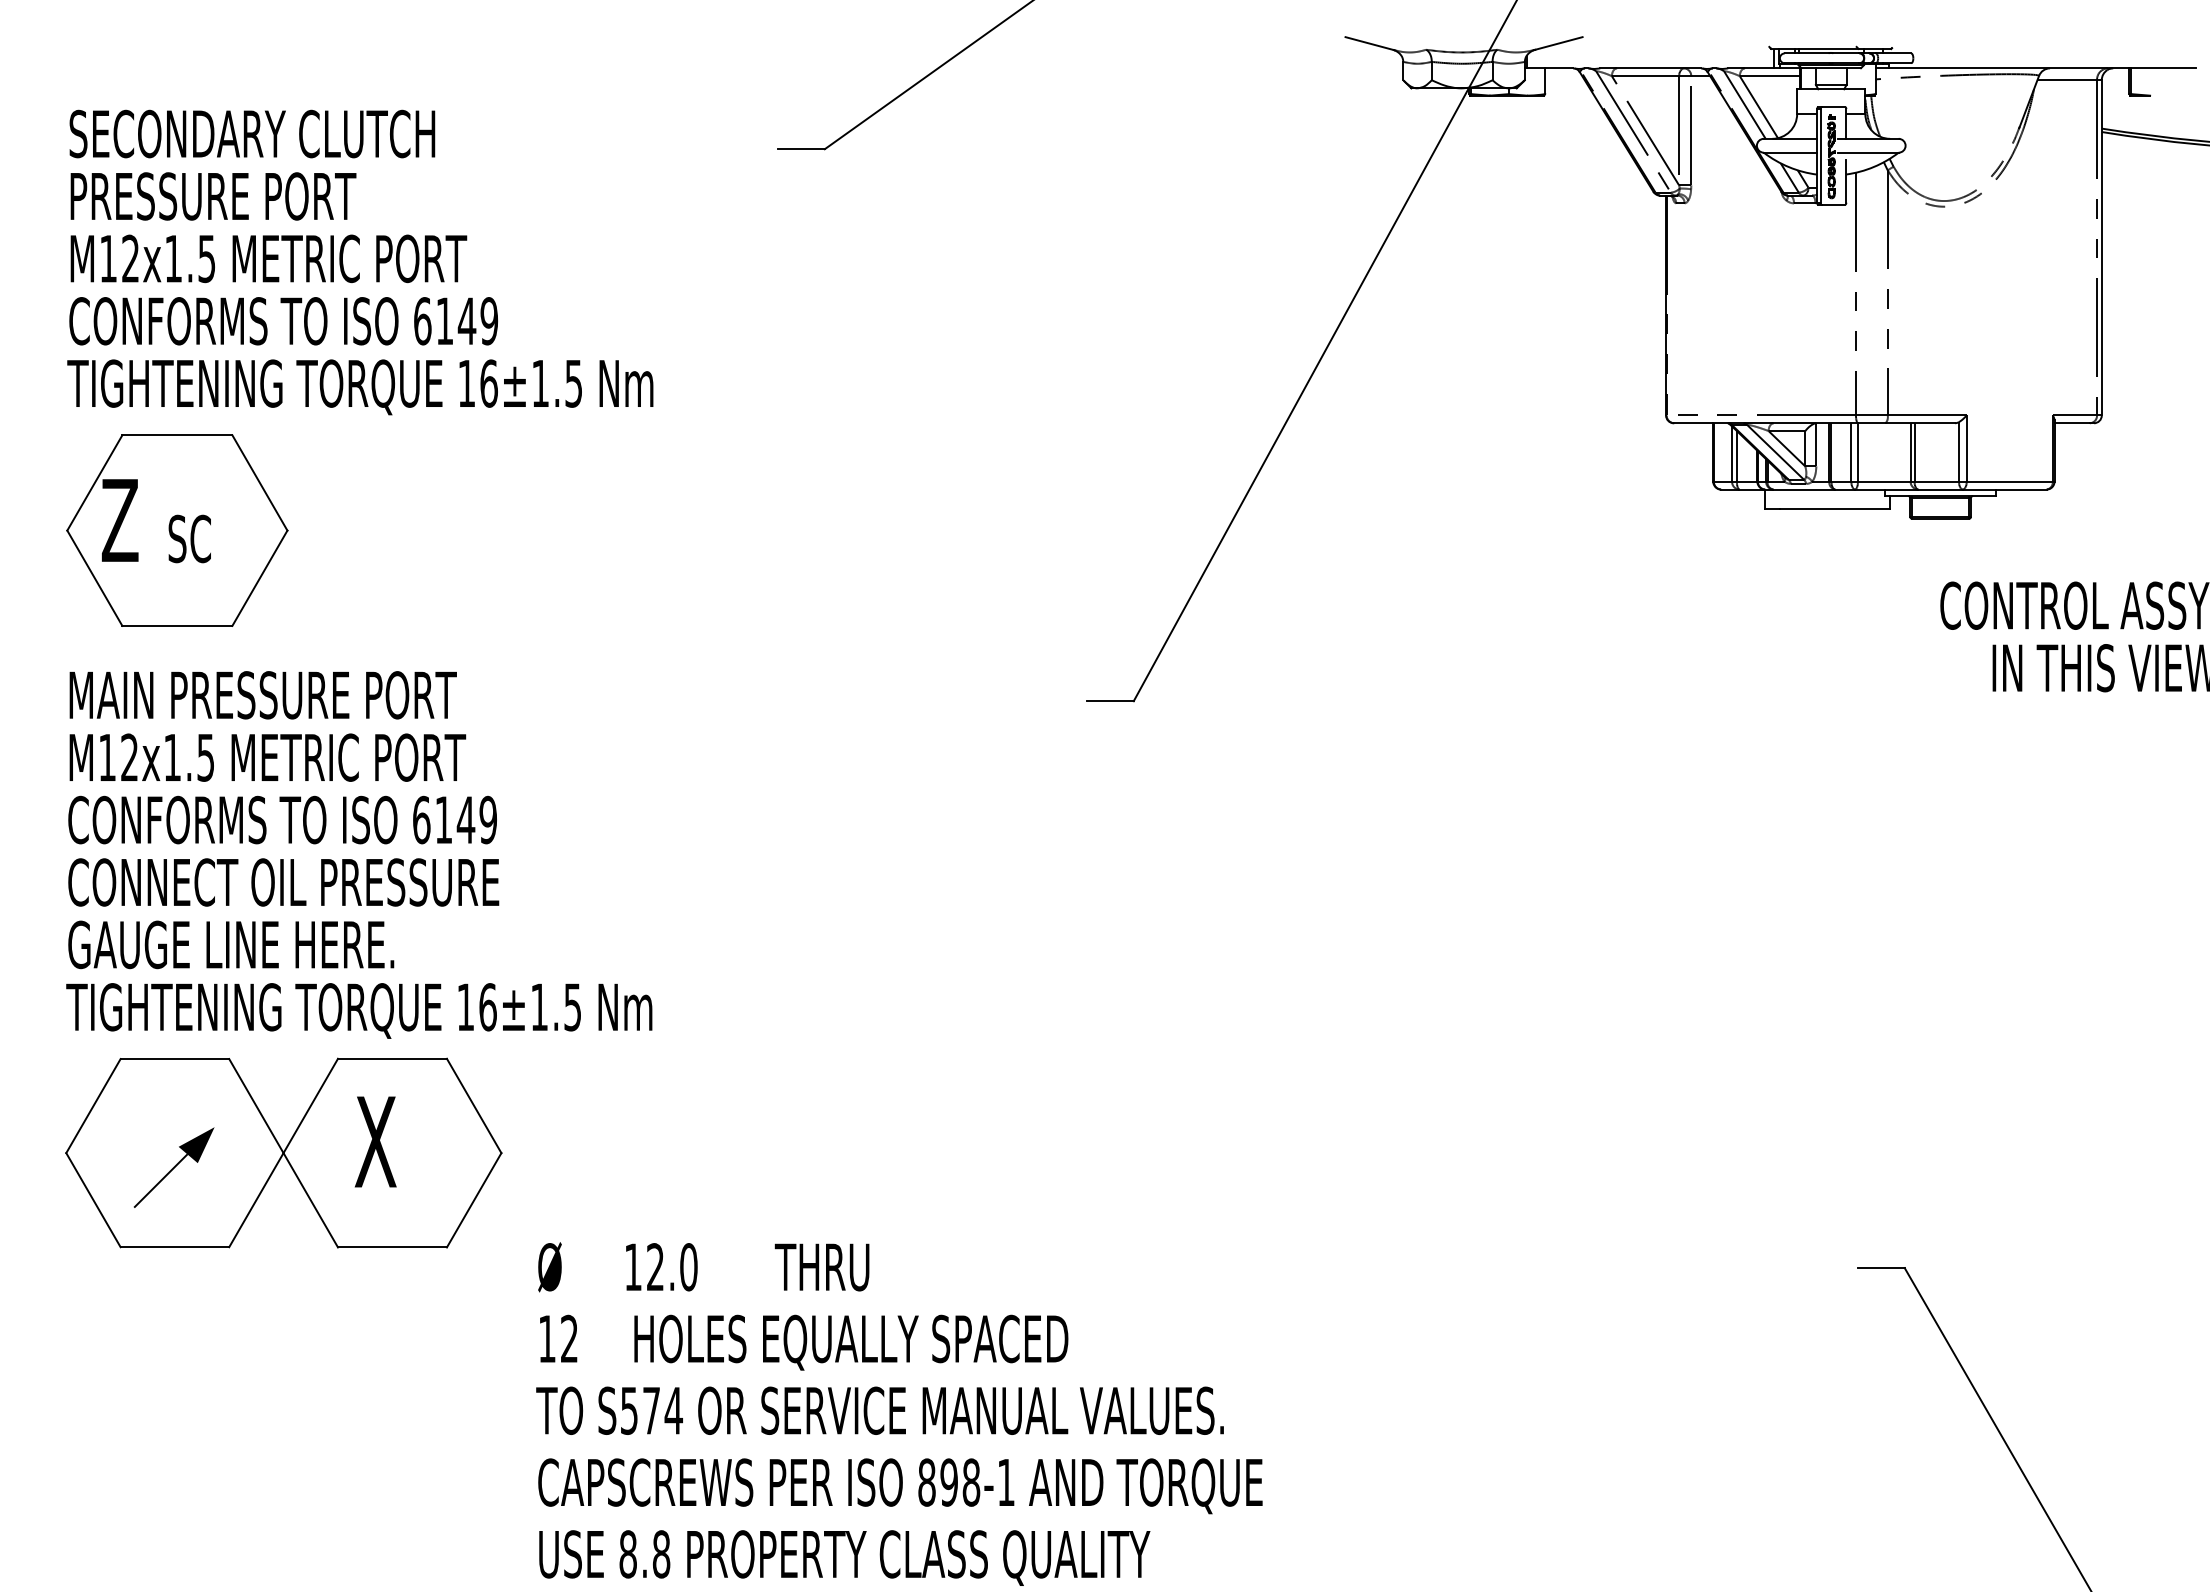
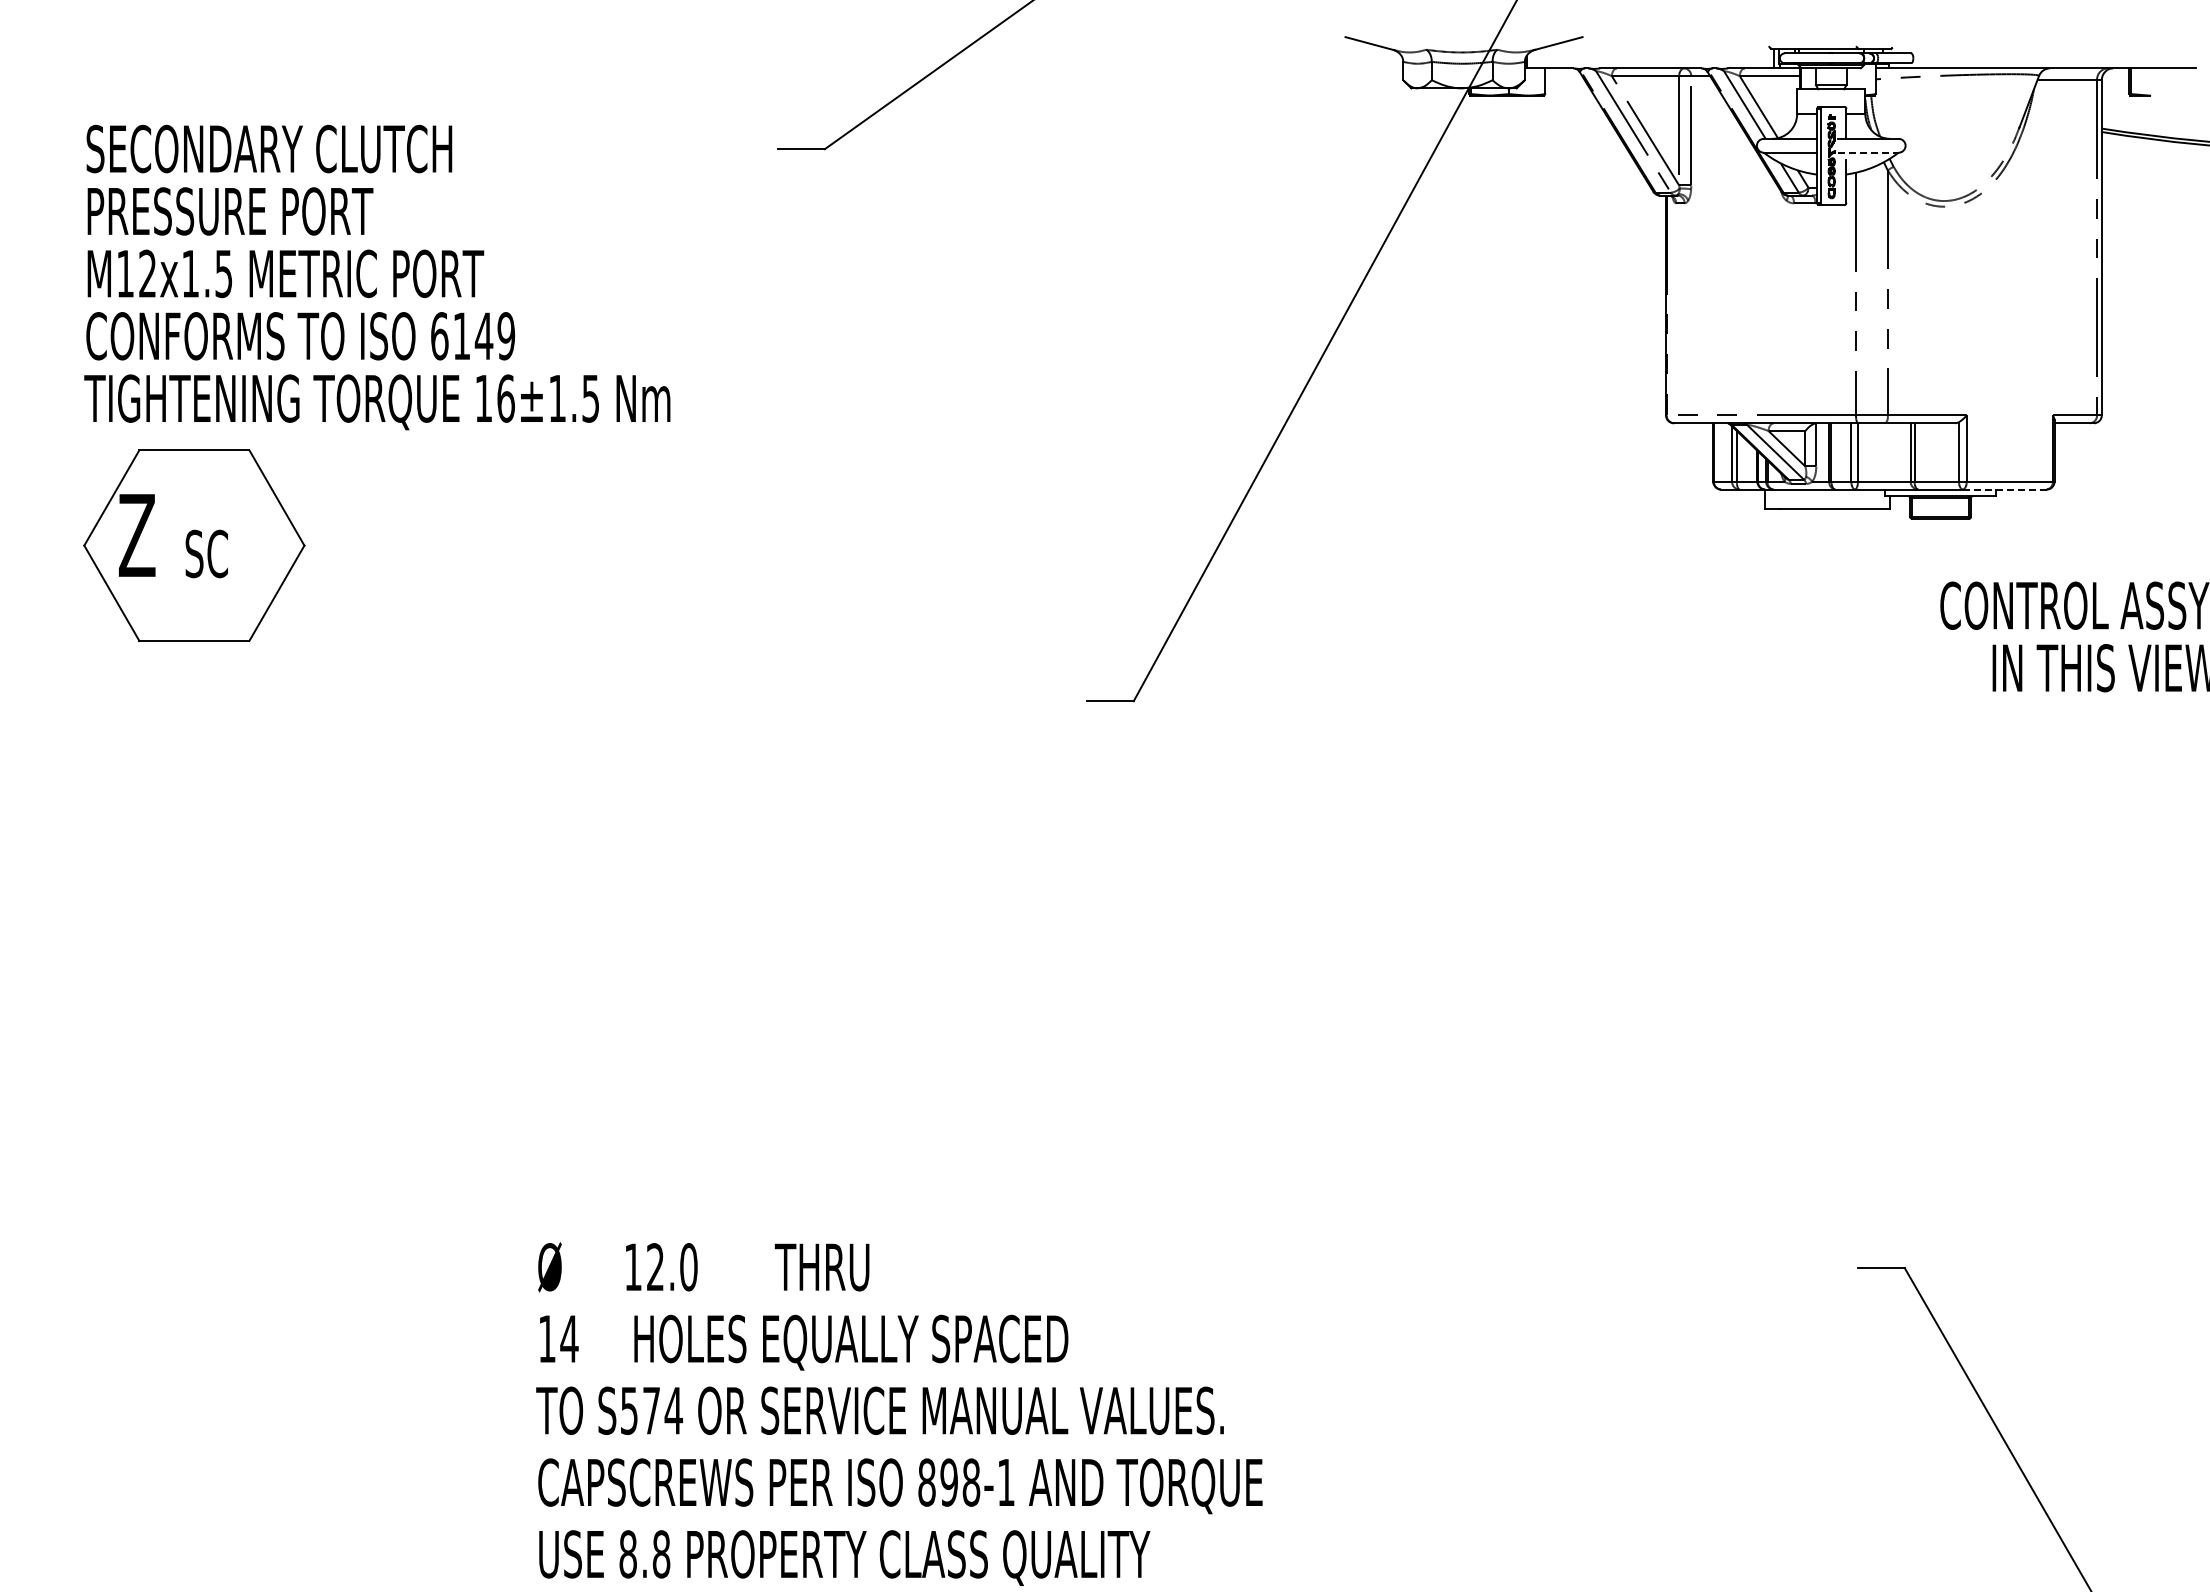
line at (1868, 152): solid -> dashed
part at (359, 367) position: (359, 367) -> (376, 382)
line at (2004, 489): solid -> dashed
part at (358, 959): present -> none
text at (569, 1338): 12 -> 14
